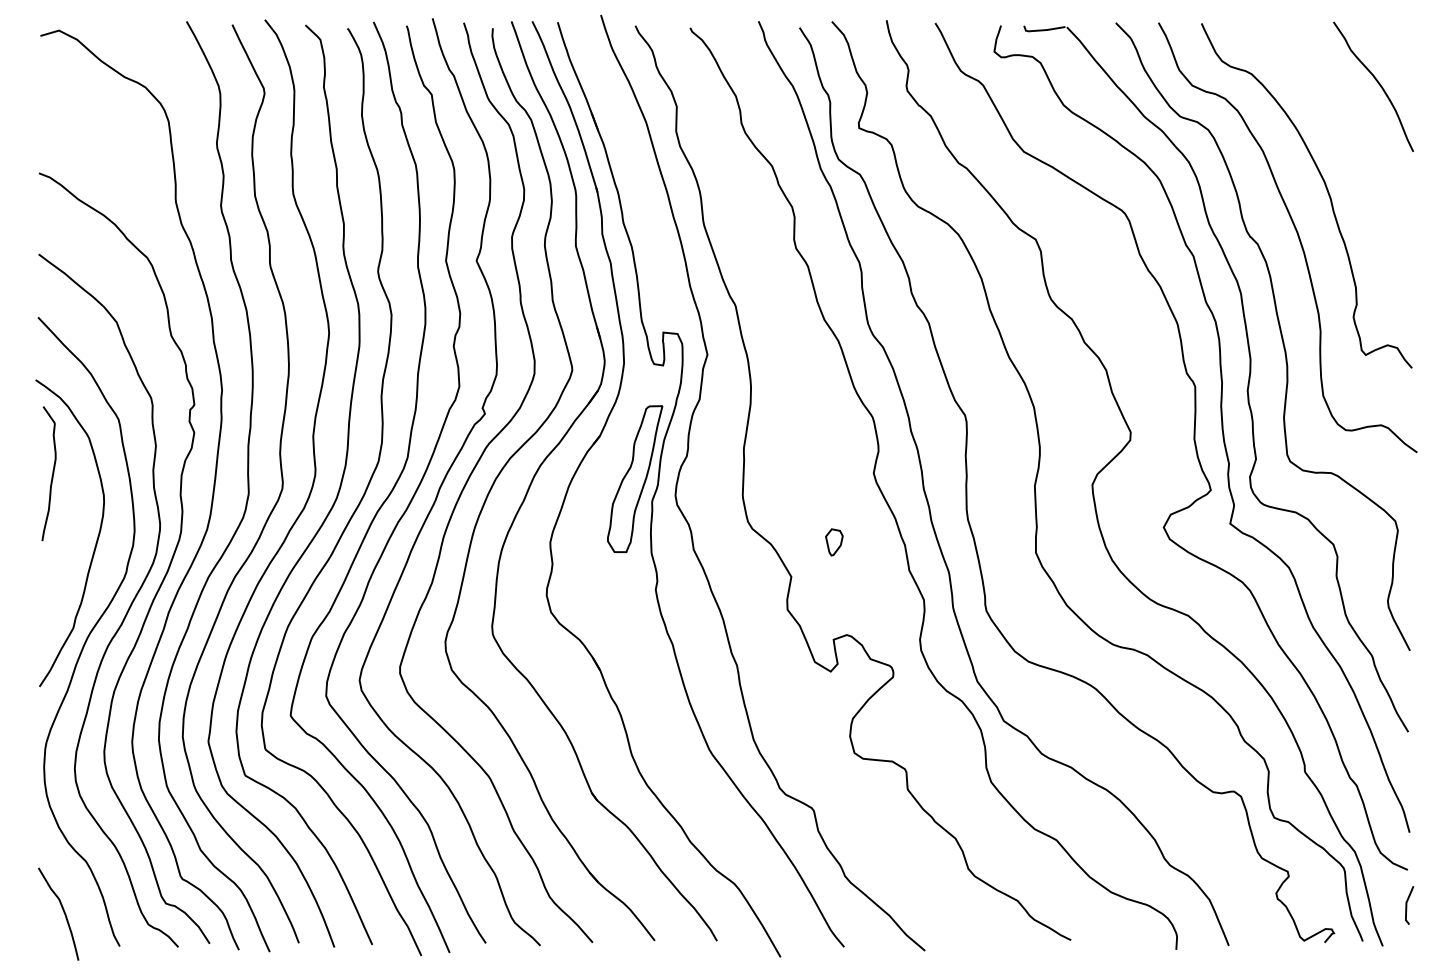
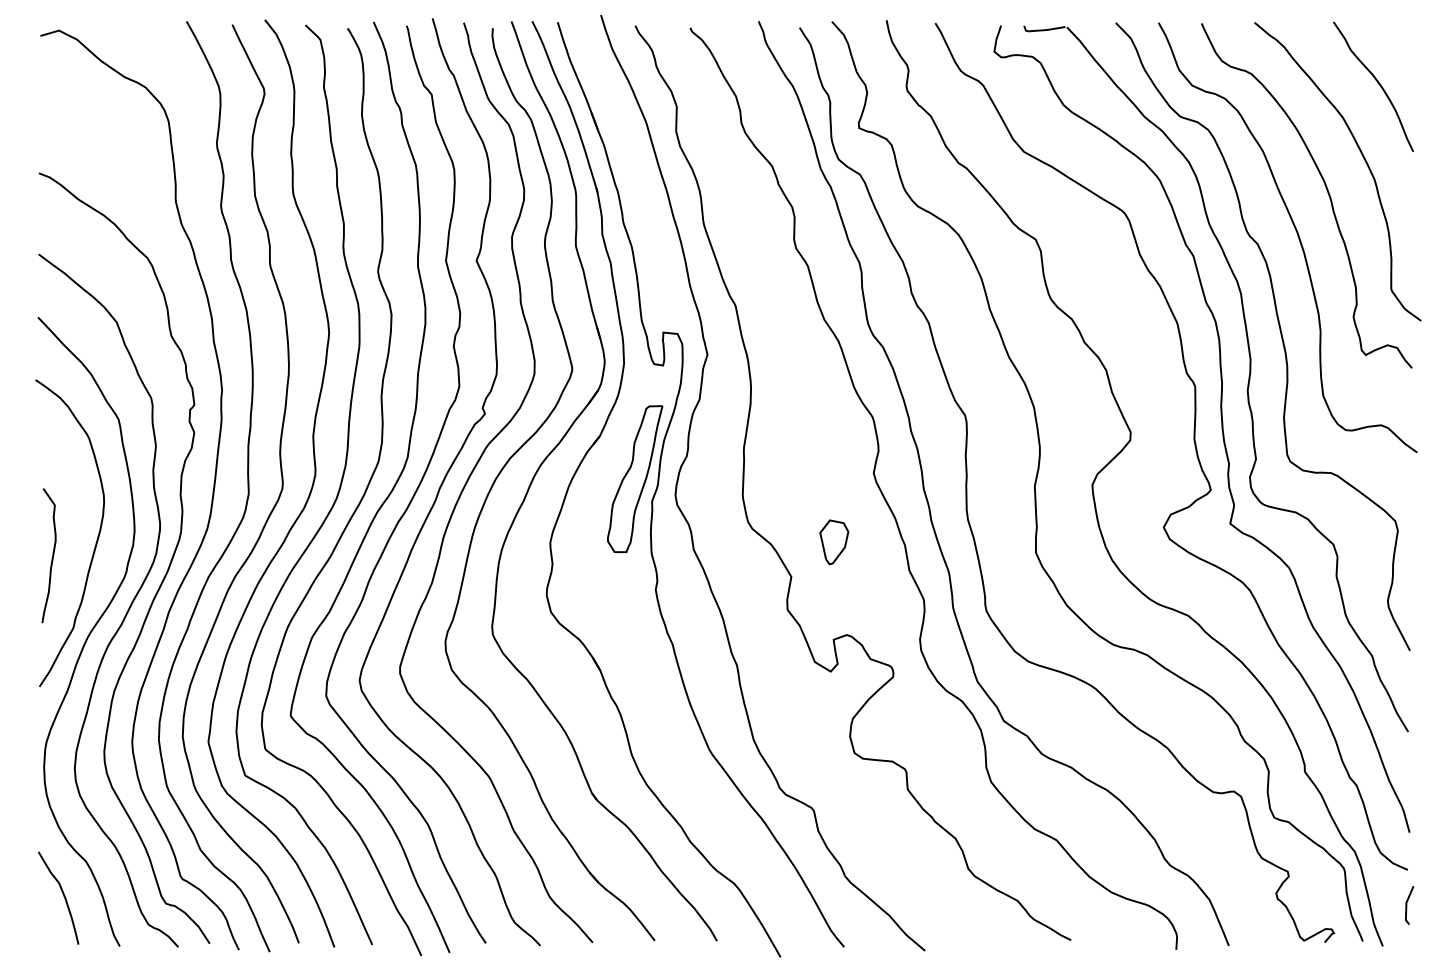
curve at (1363, 158): none -> present
curve at (52, 473) position: (52, 473) -> (52, 555)
part at (834, 542) size: 19x29 px -> 31x47 px
curve at (62, 910) position: (62, 910) -> (62, 894)
